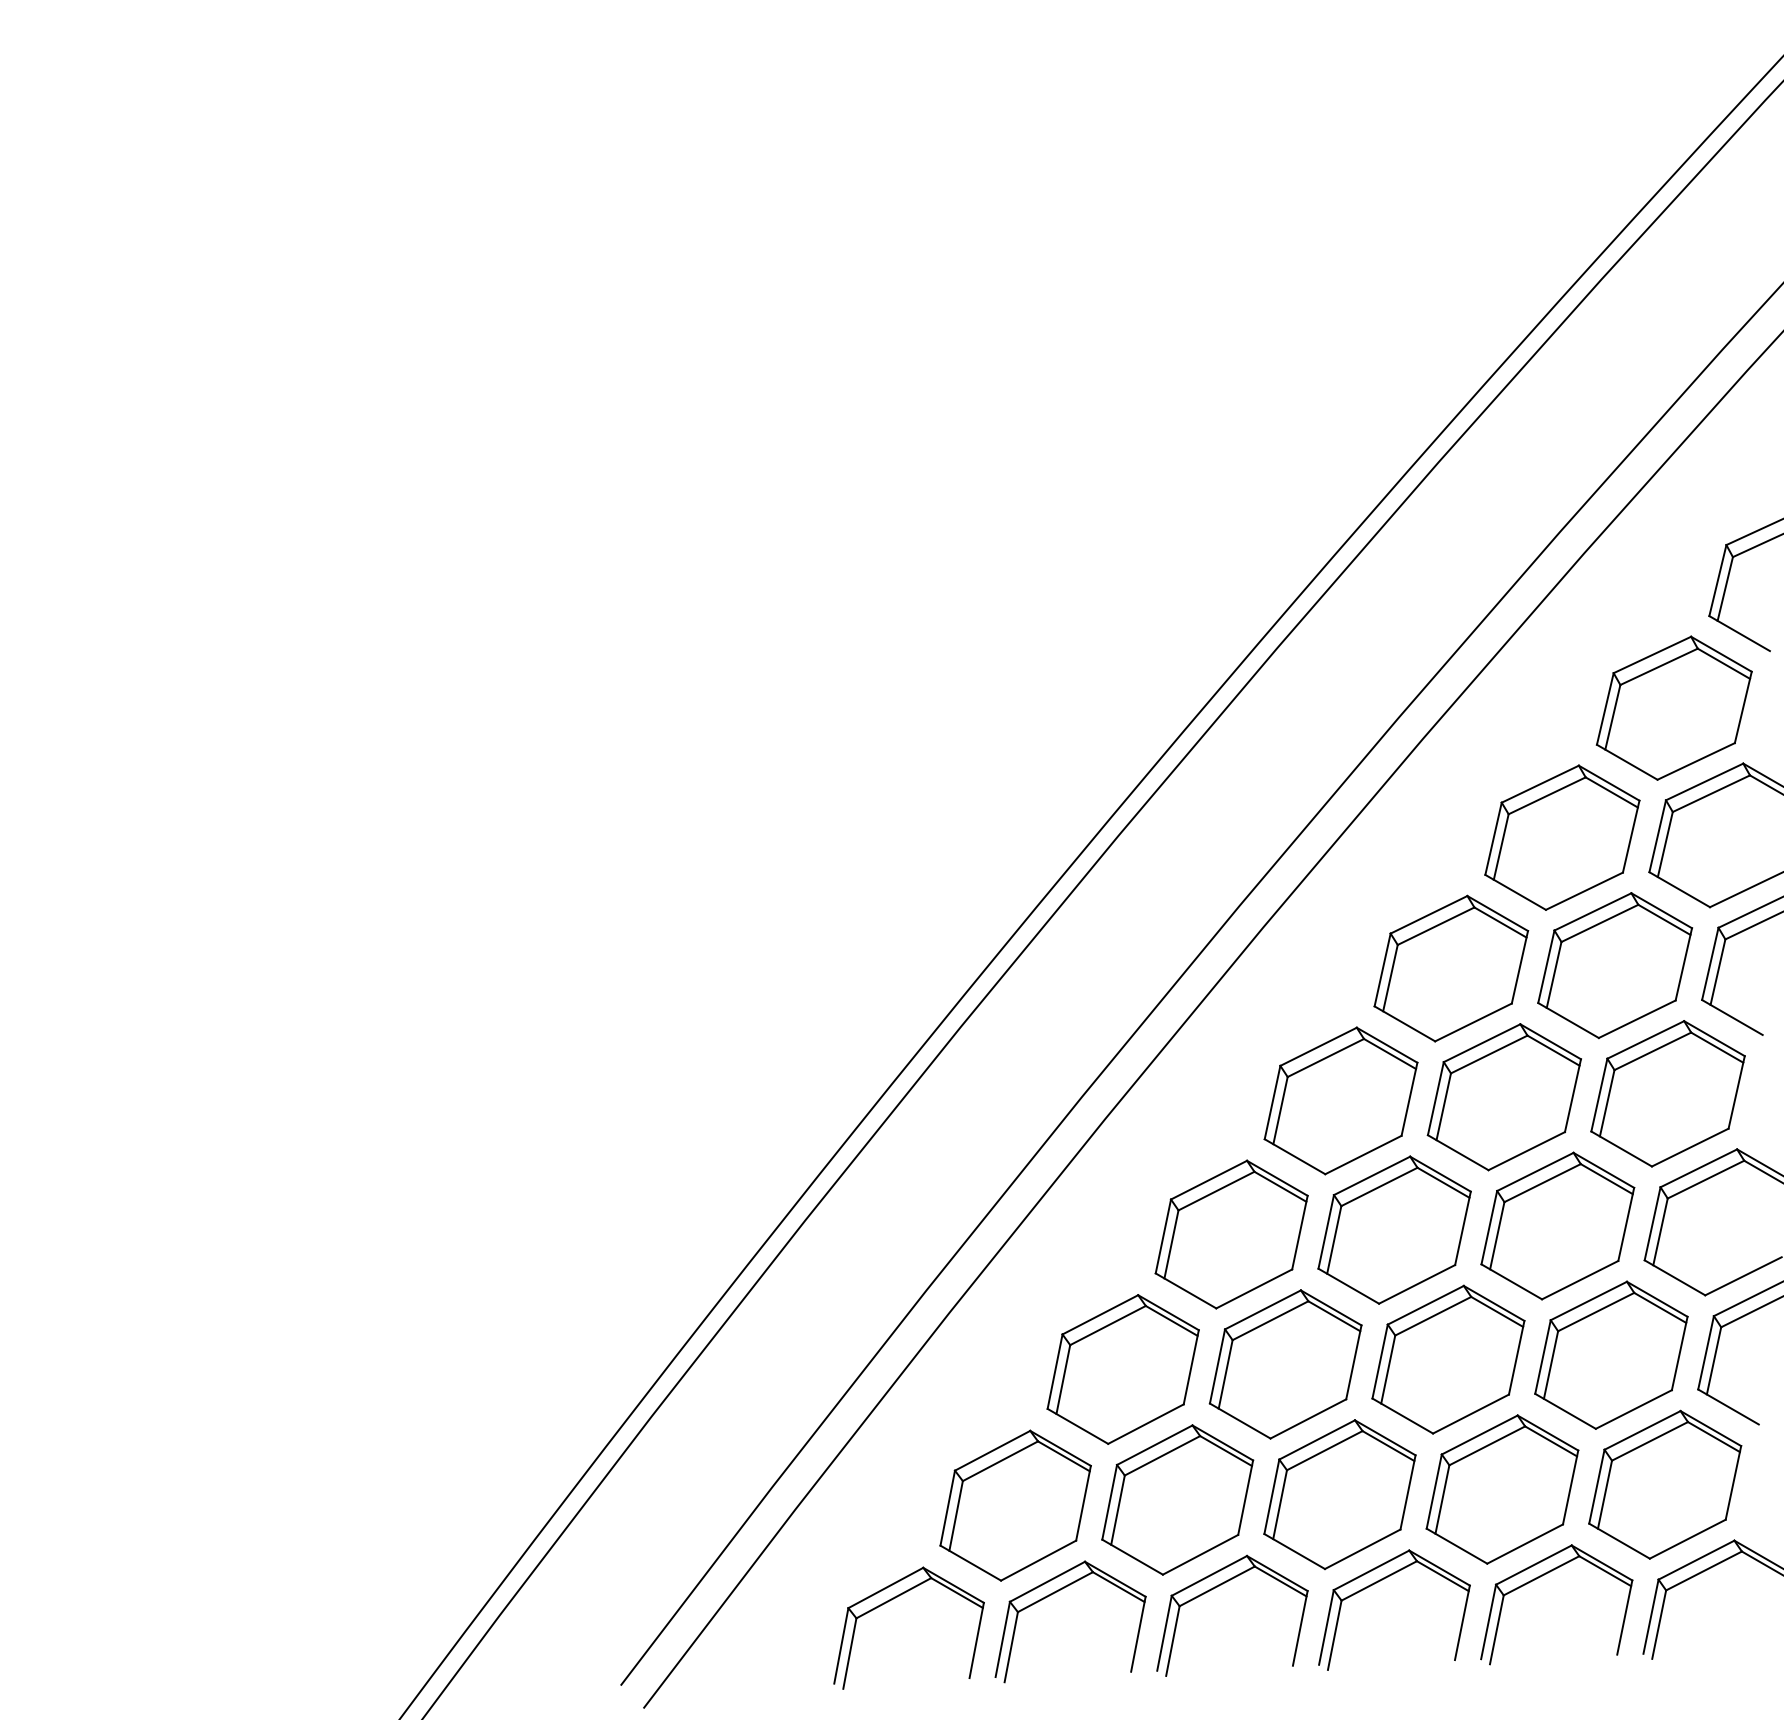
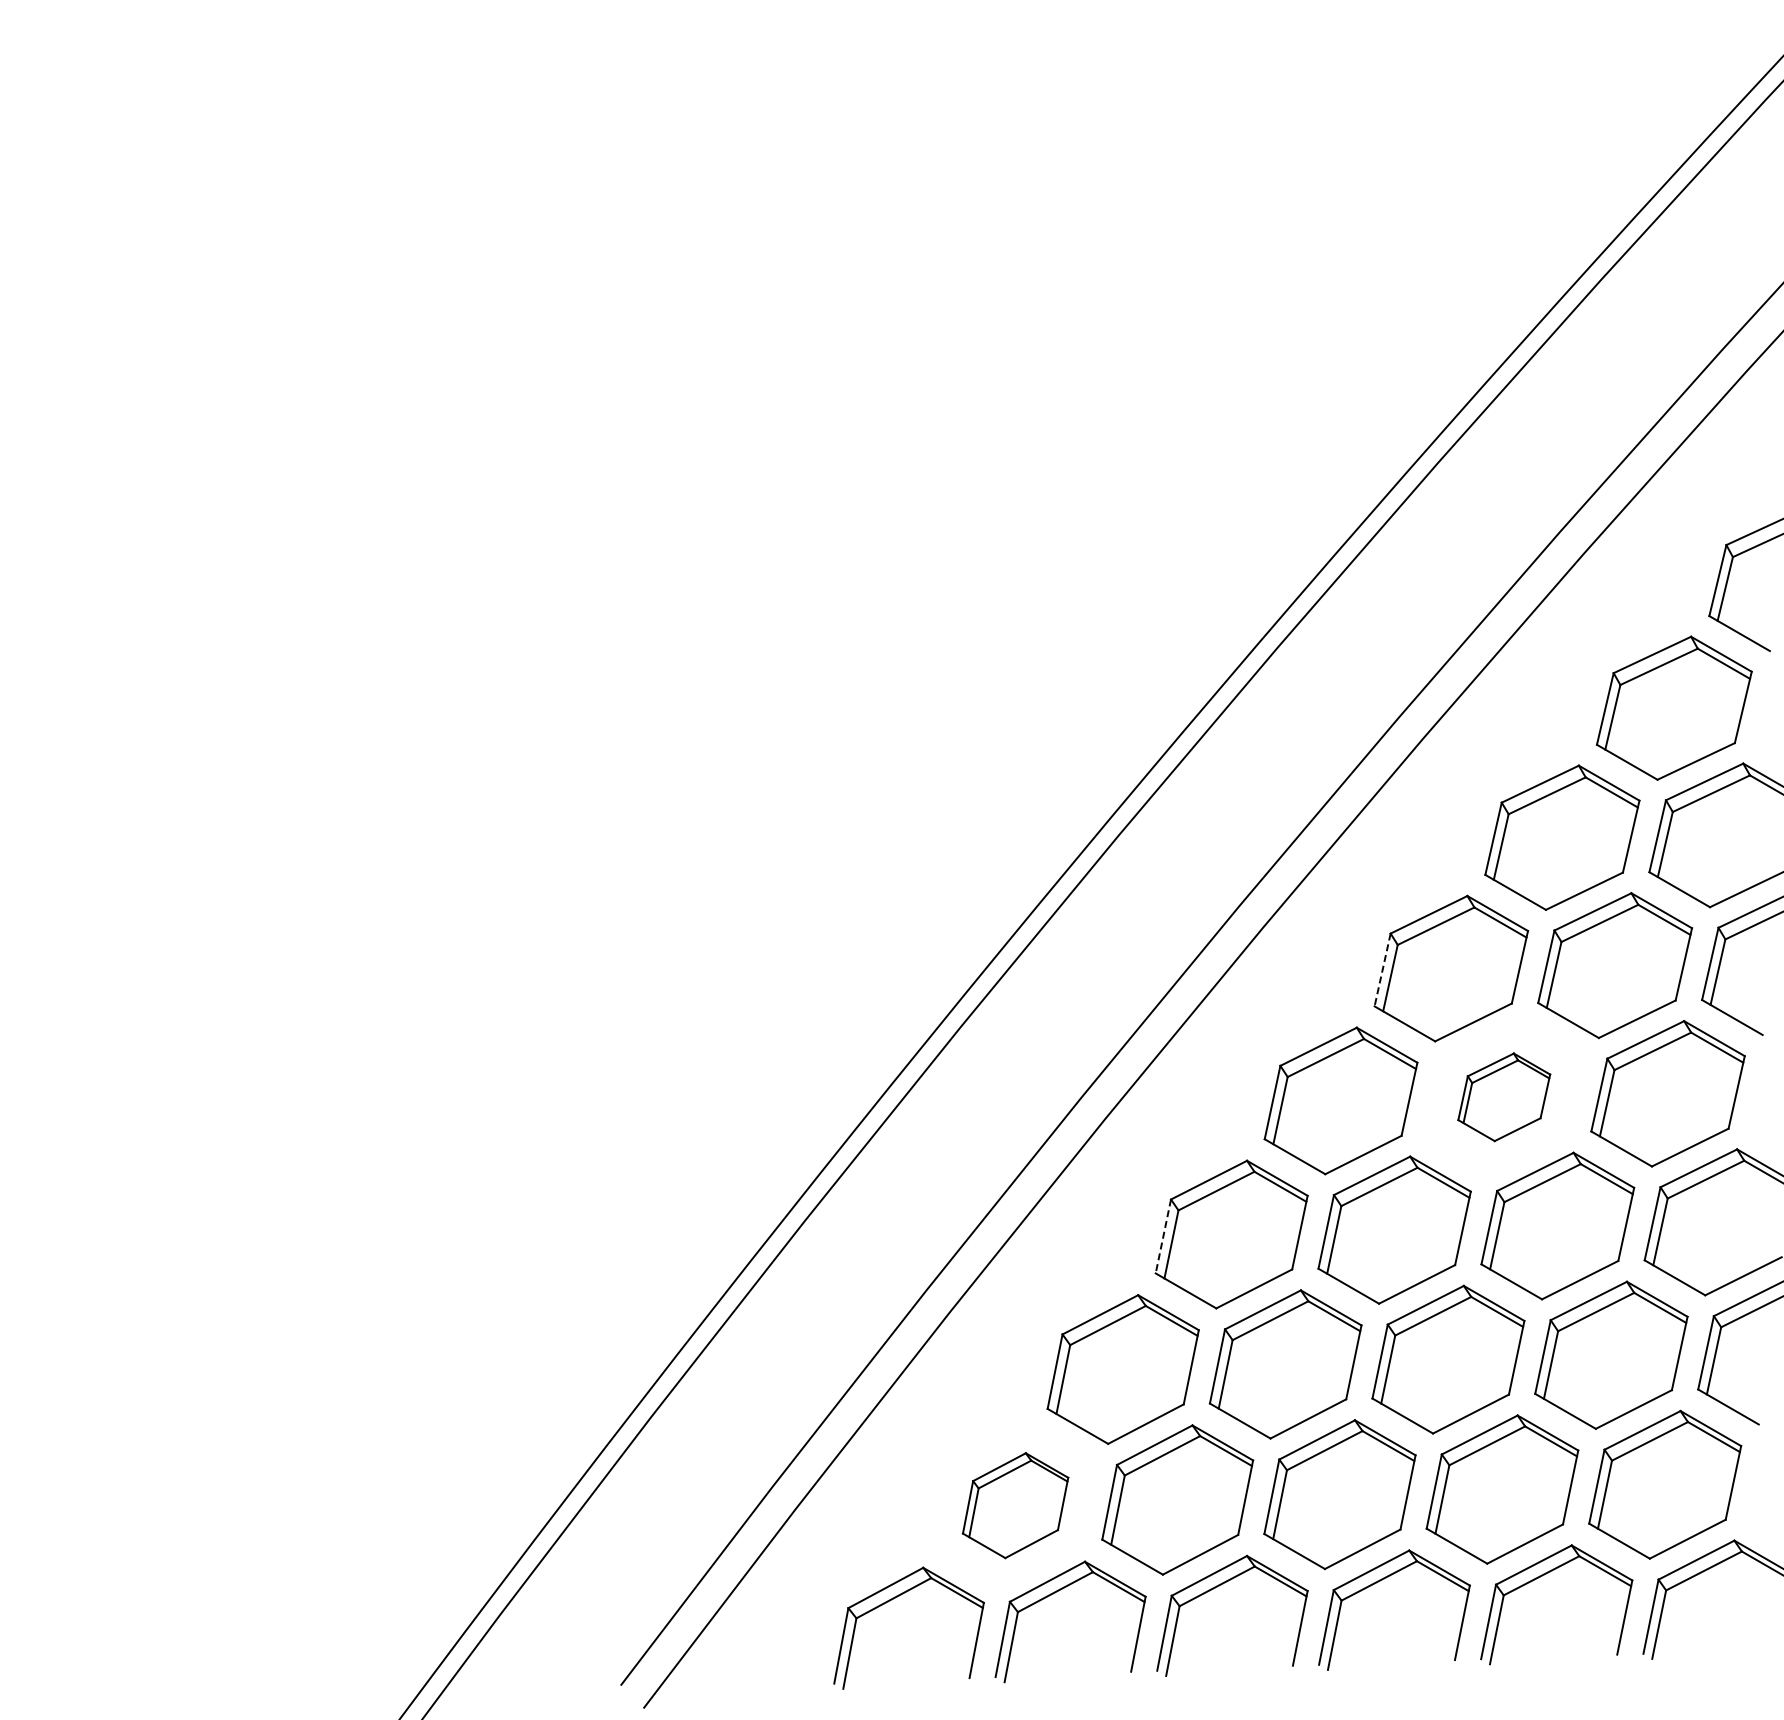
line at (1382, 970): solid -> dashed
part at (1503, 1097) size: 156x149 px -> 95x91 px
line at (1163, 1236): solid -> dashed
part at (1015, 1505) size: 153x153 px -> 108x108 px
